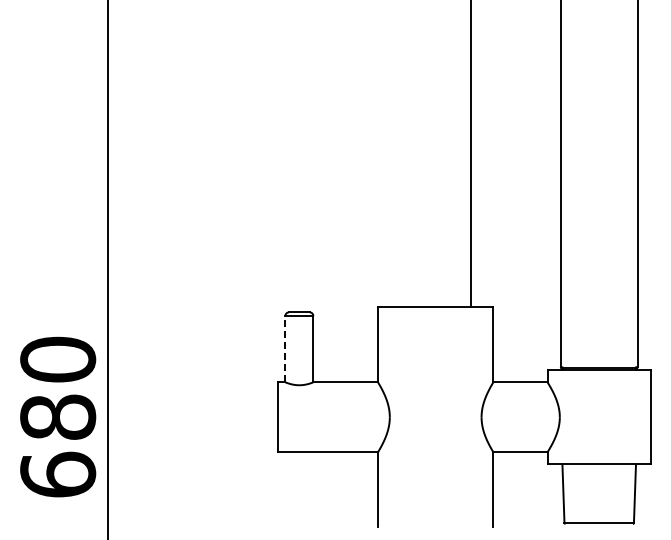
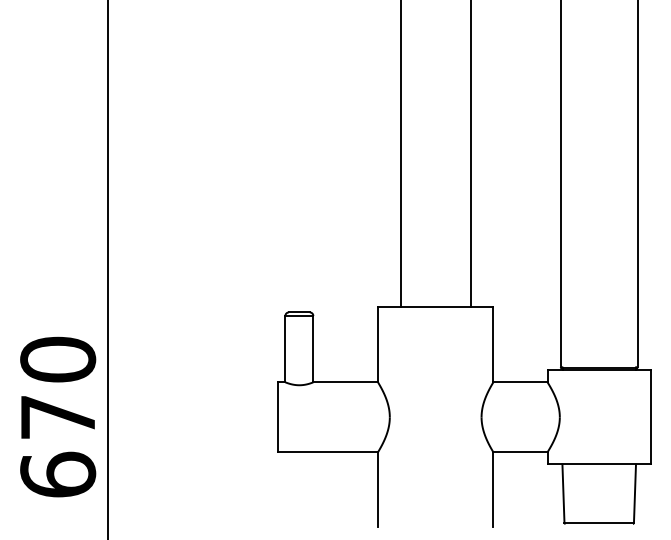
line at (400, 154): none -> present
line at (285, 348): dashed -> solid
text at (58, 416): 680 -> 670
